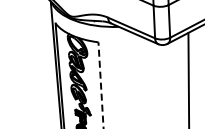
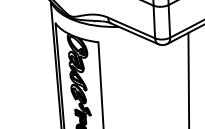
line at (101, 85): dashed -> solid
